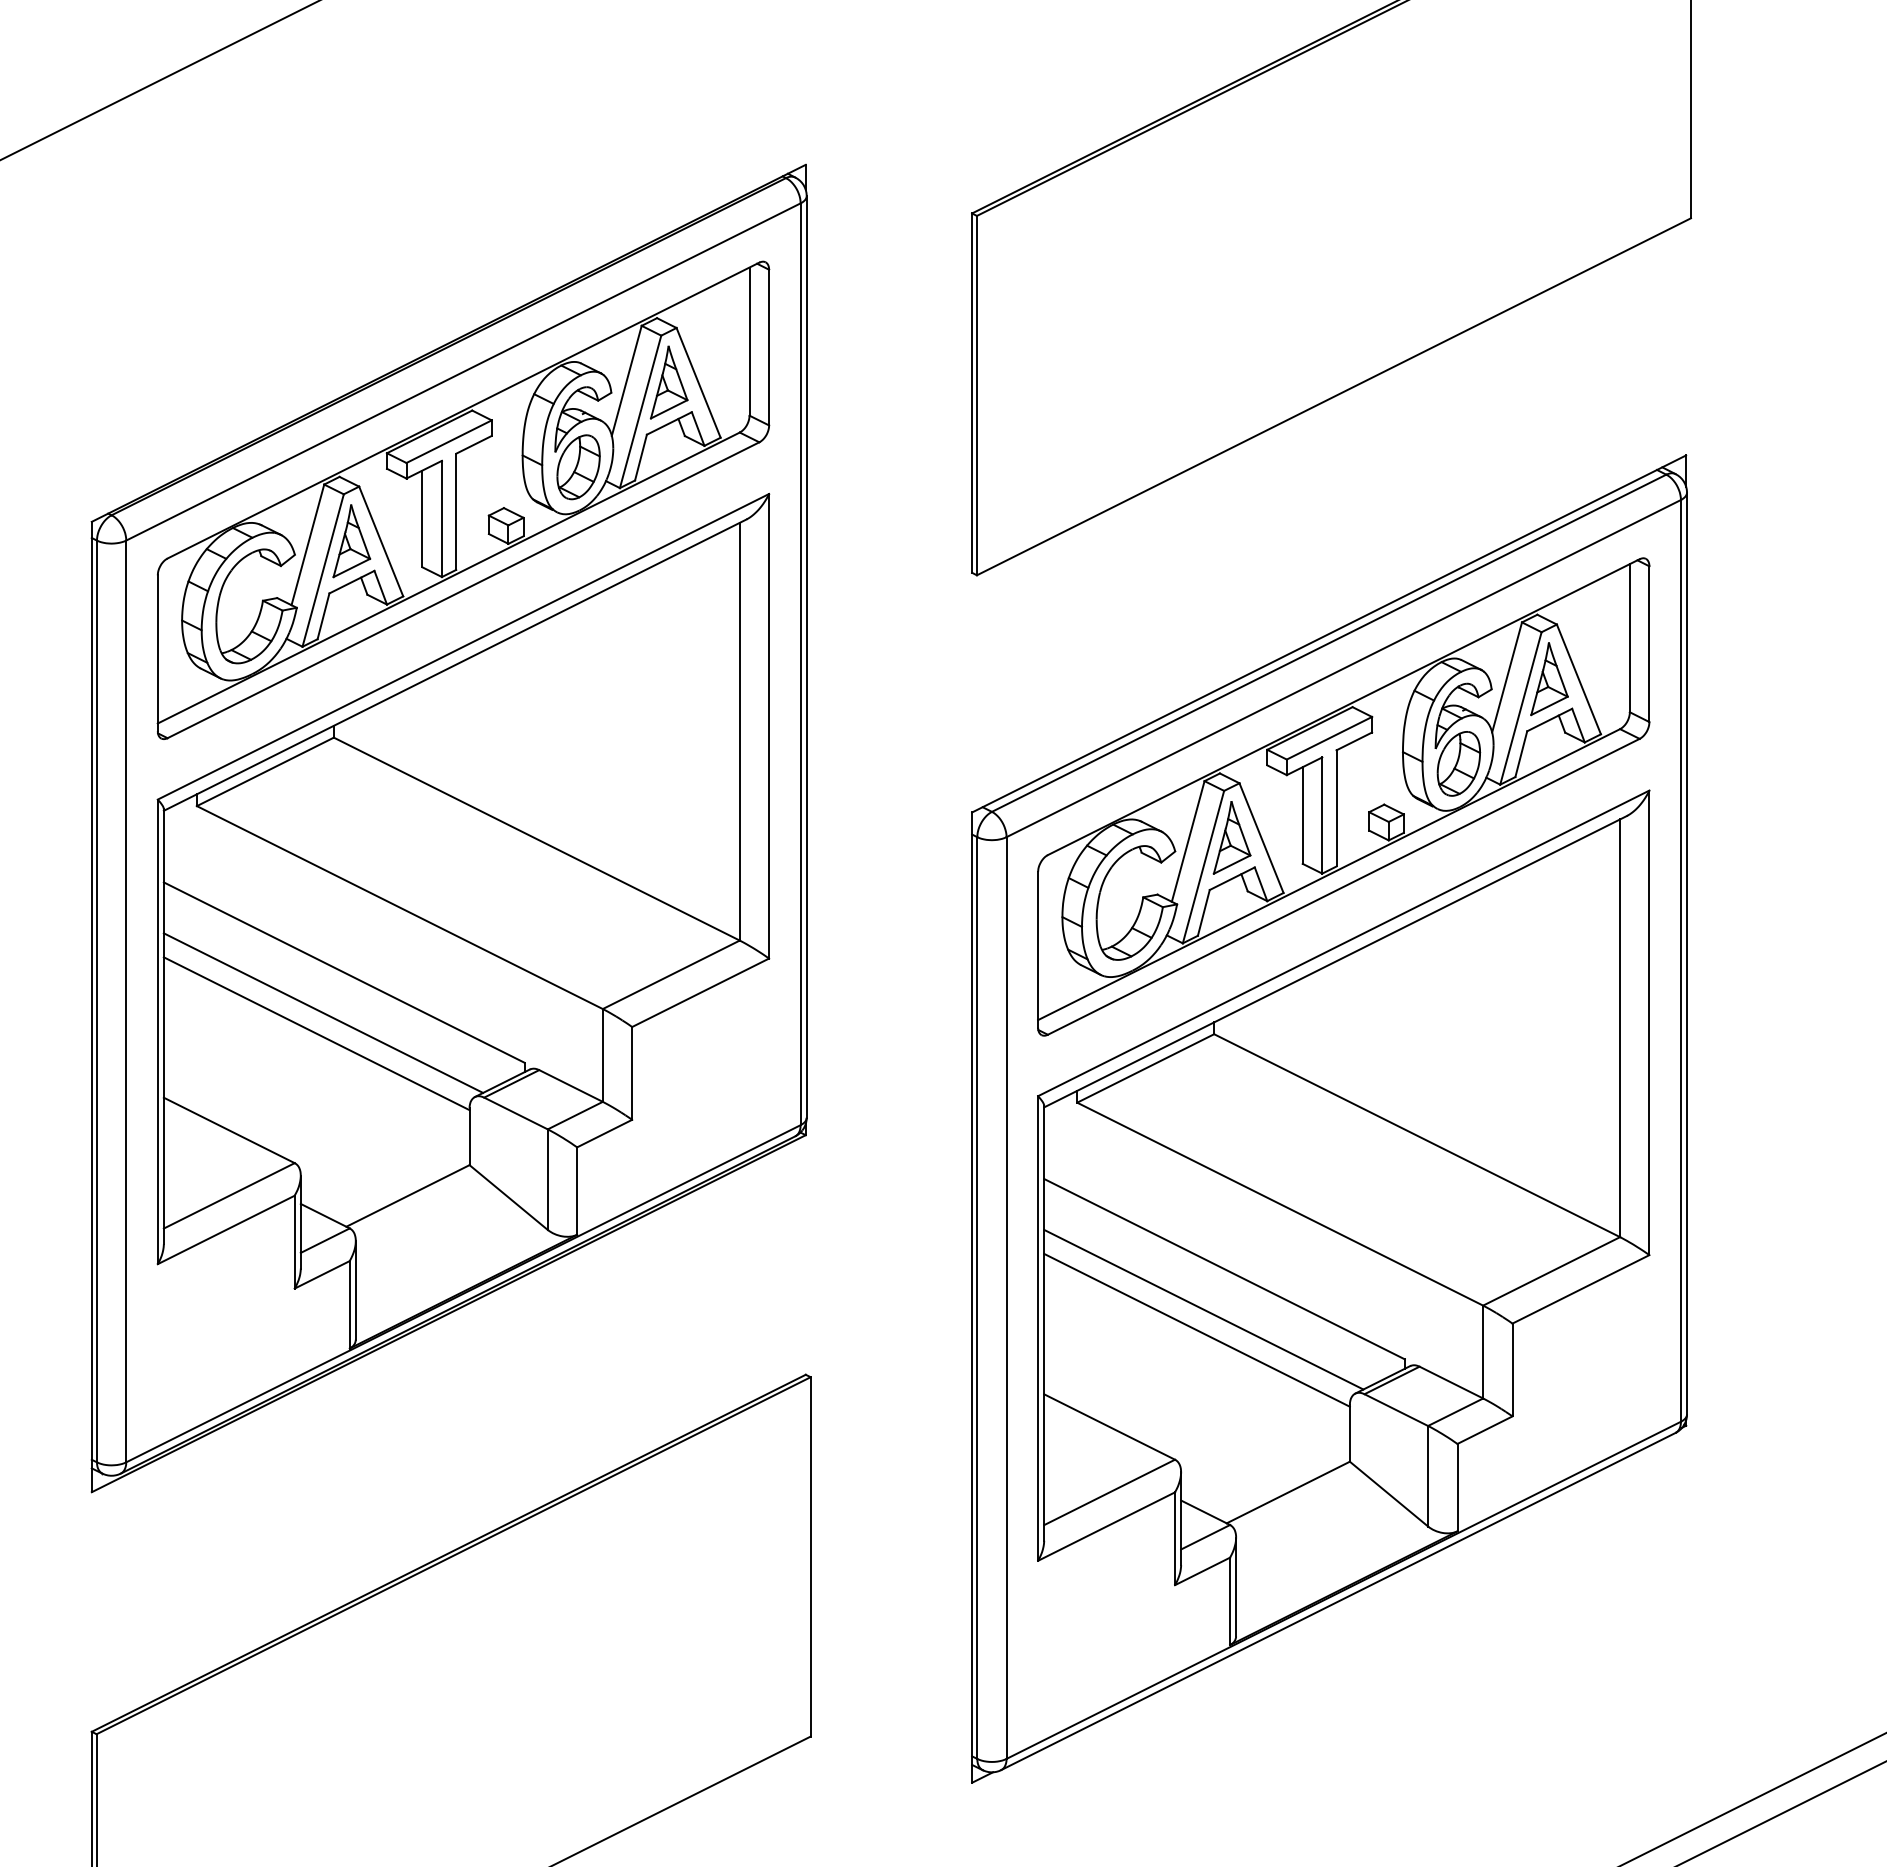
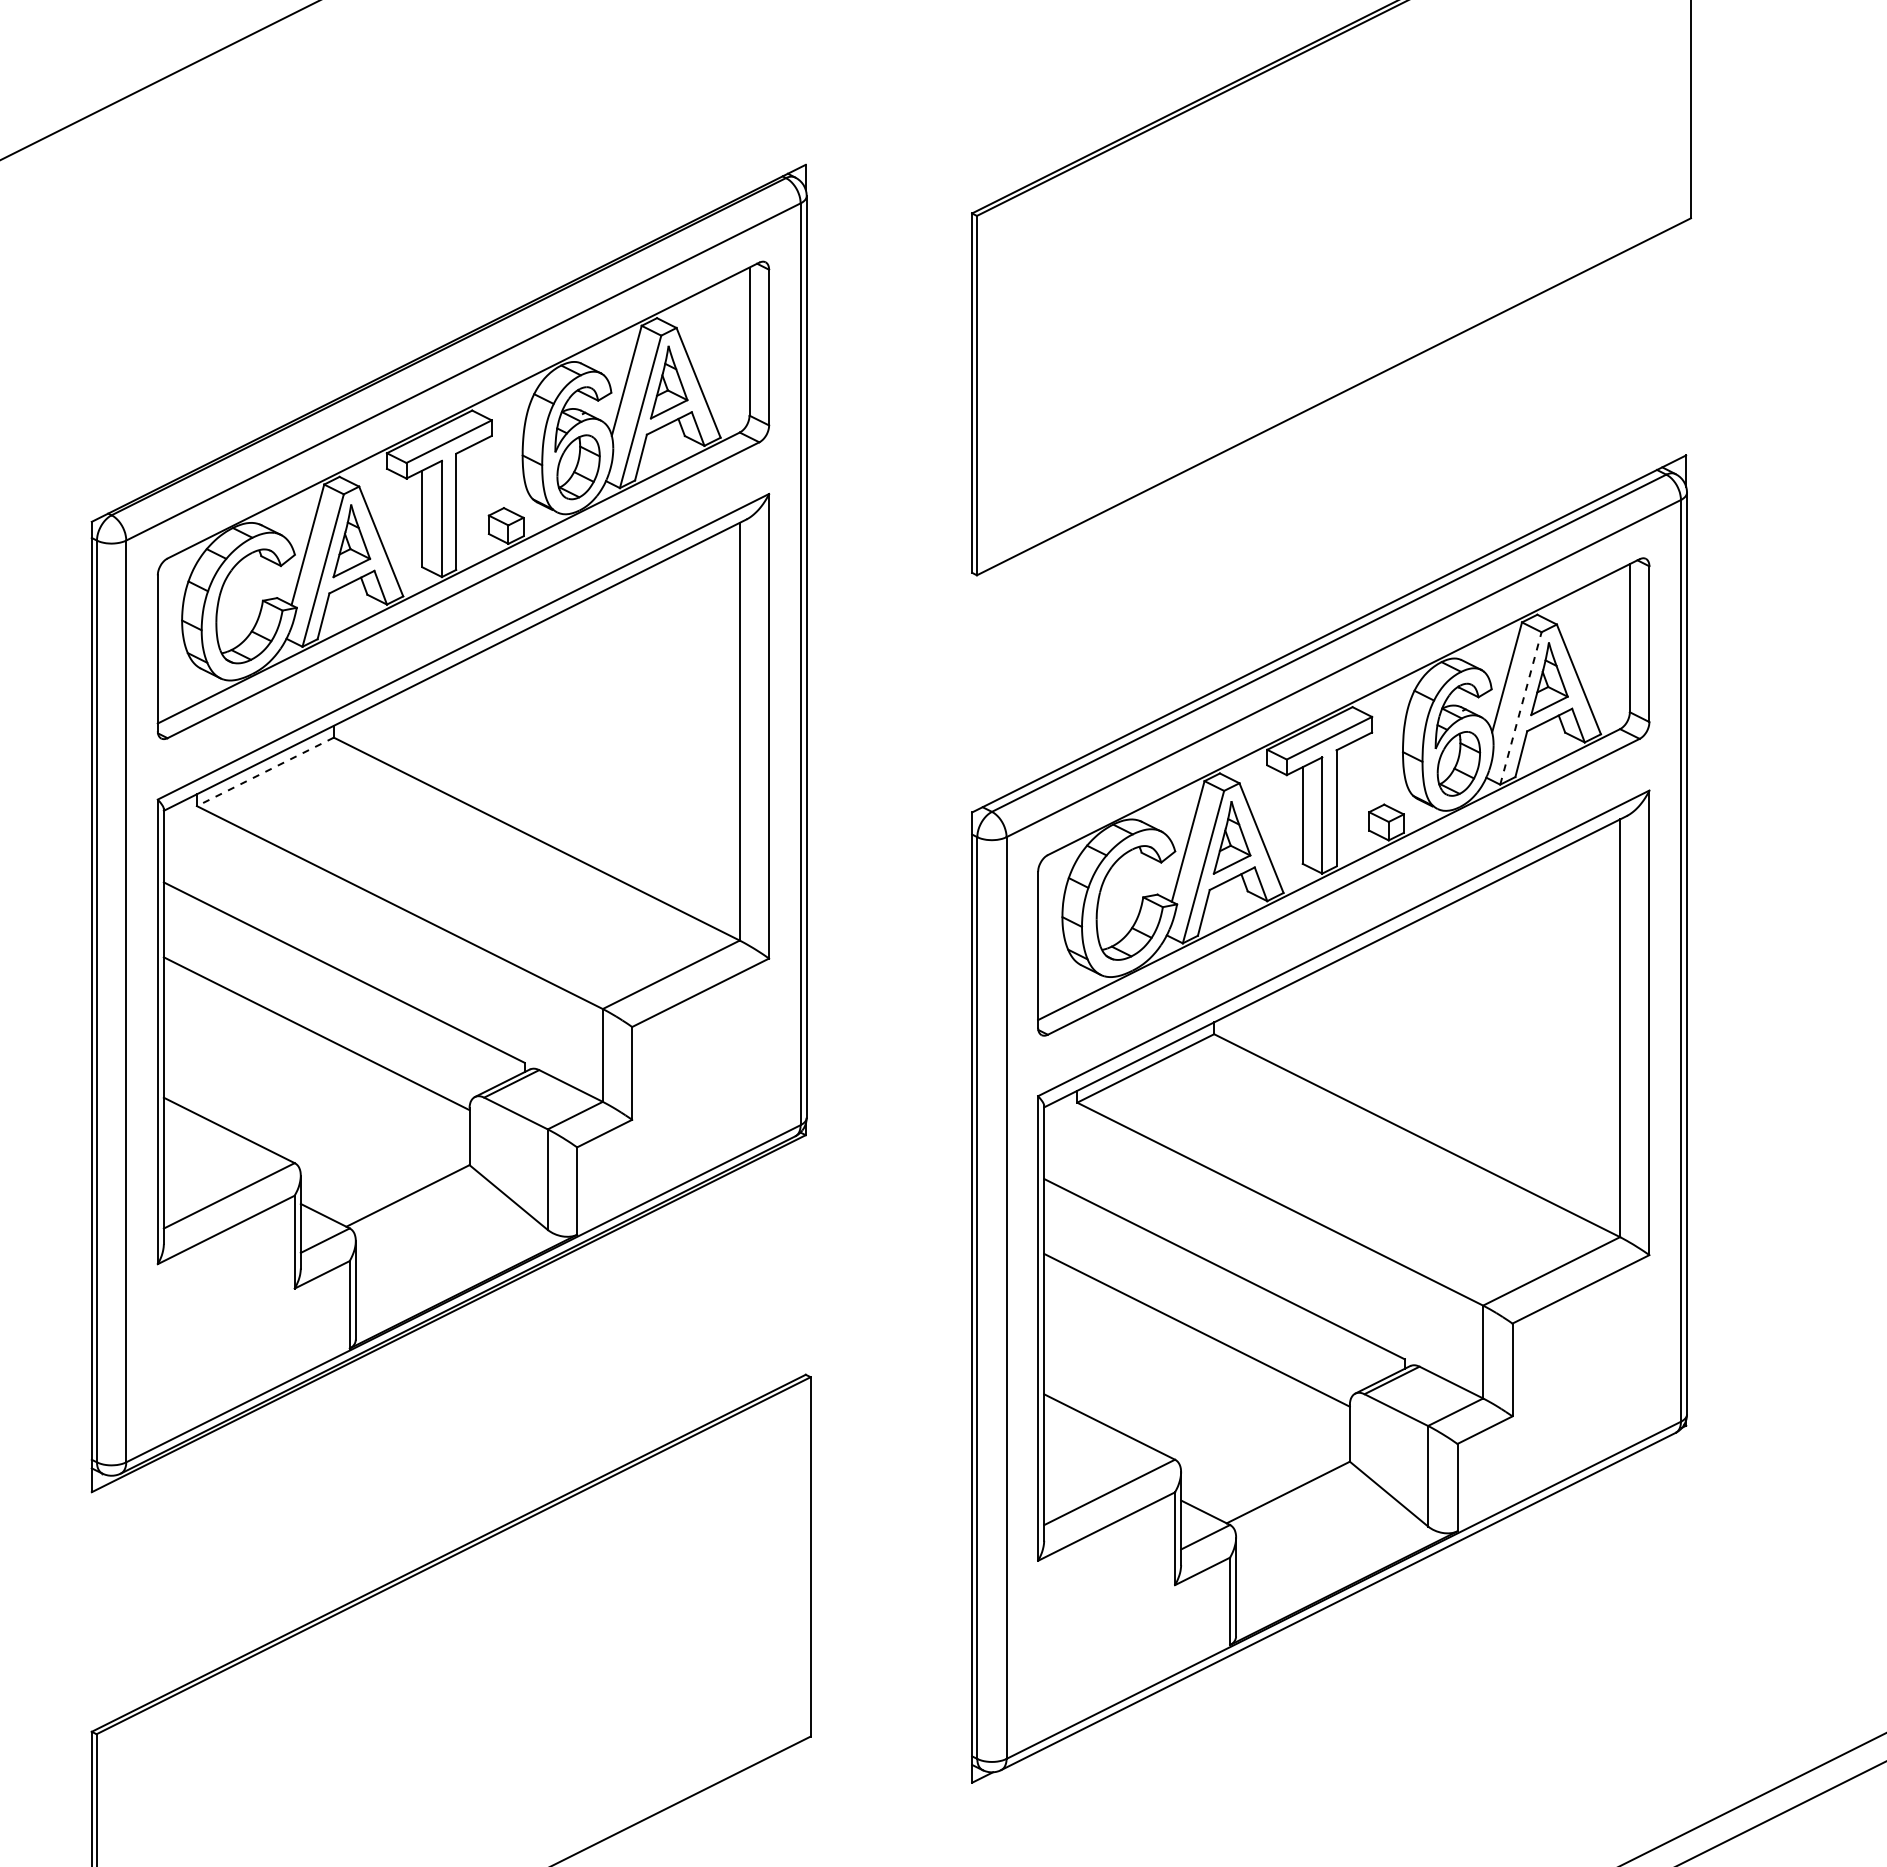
line at (1520, 708): solid -> dashed
line at (265, 771): solid -> dashed
line at (323, 1012): present -> none
line at (1203, 1309): present -> none
